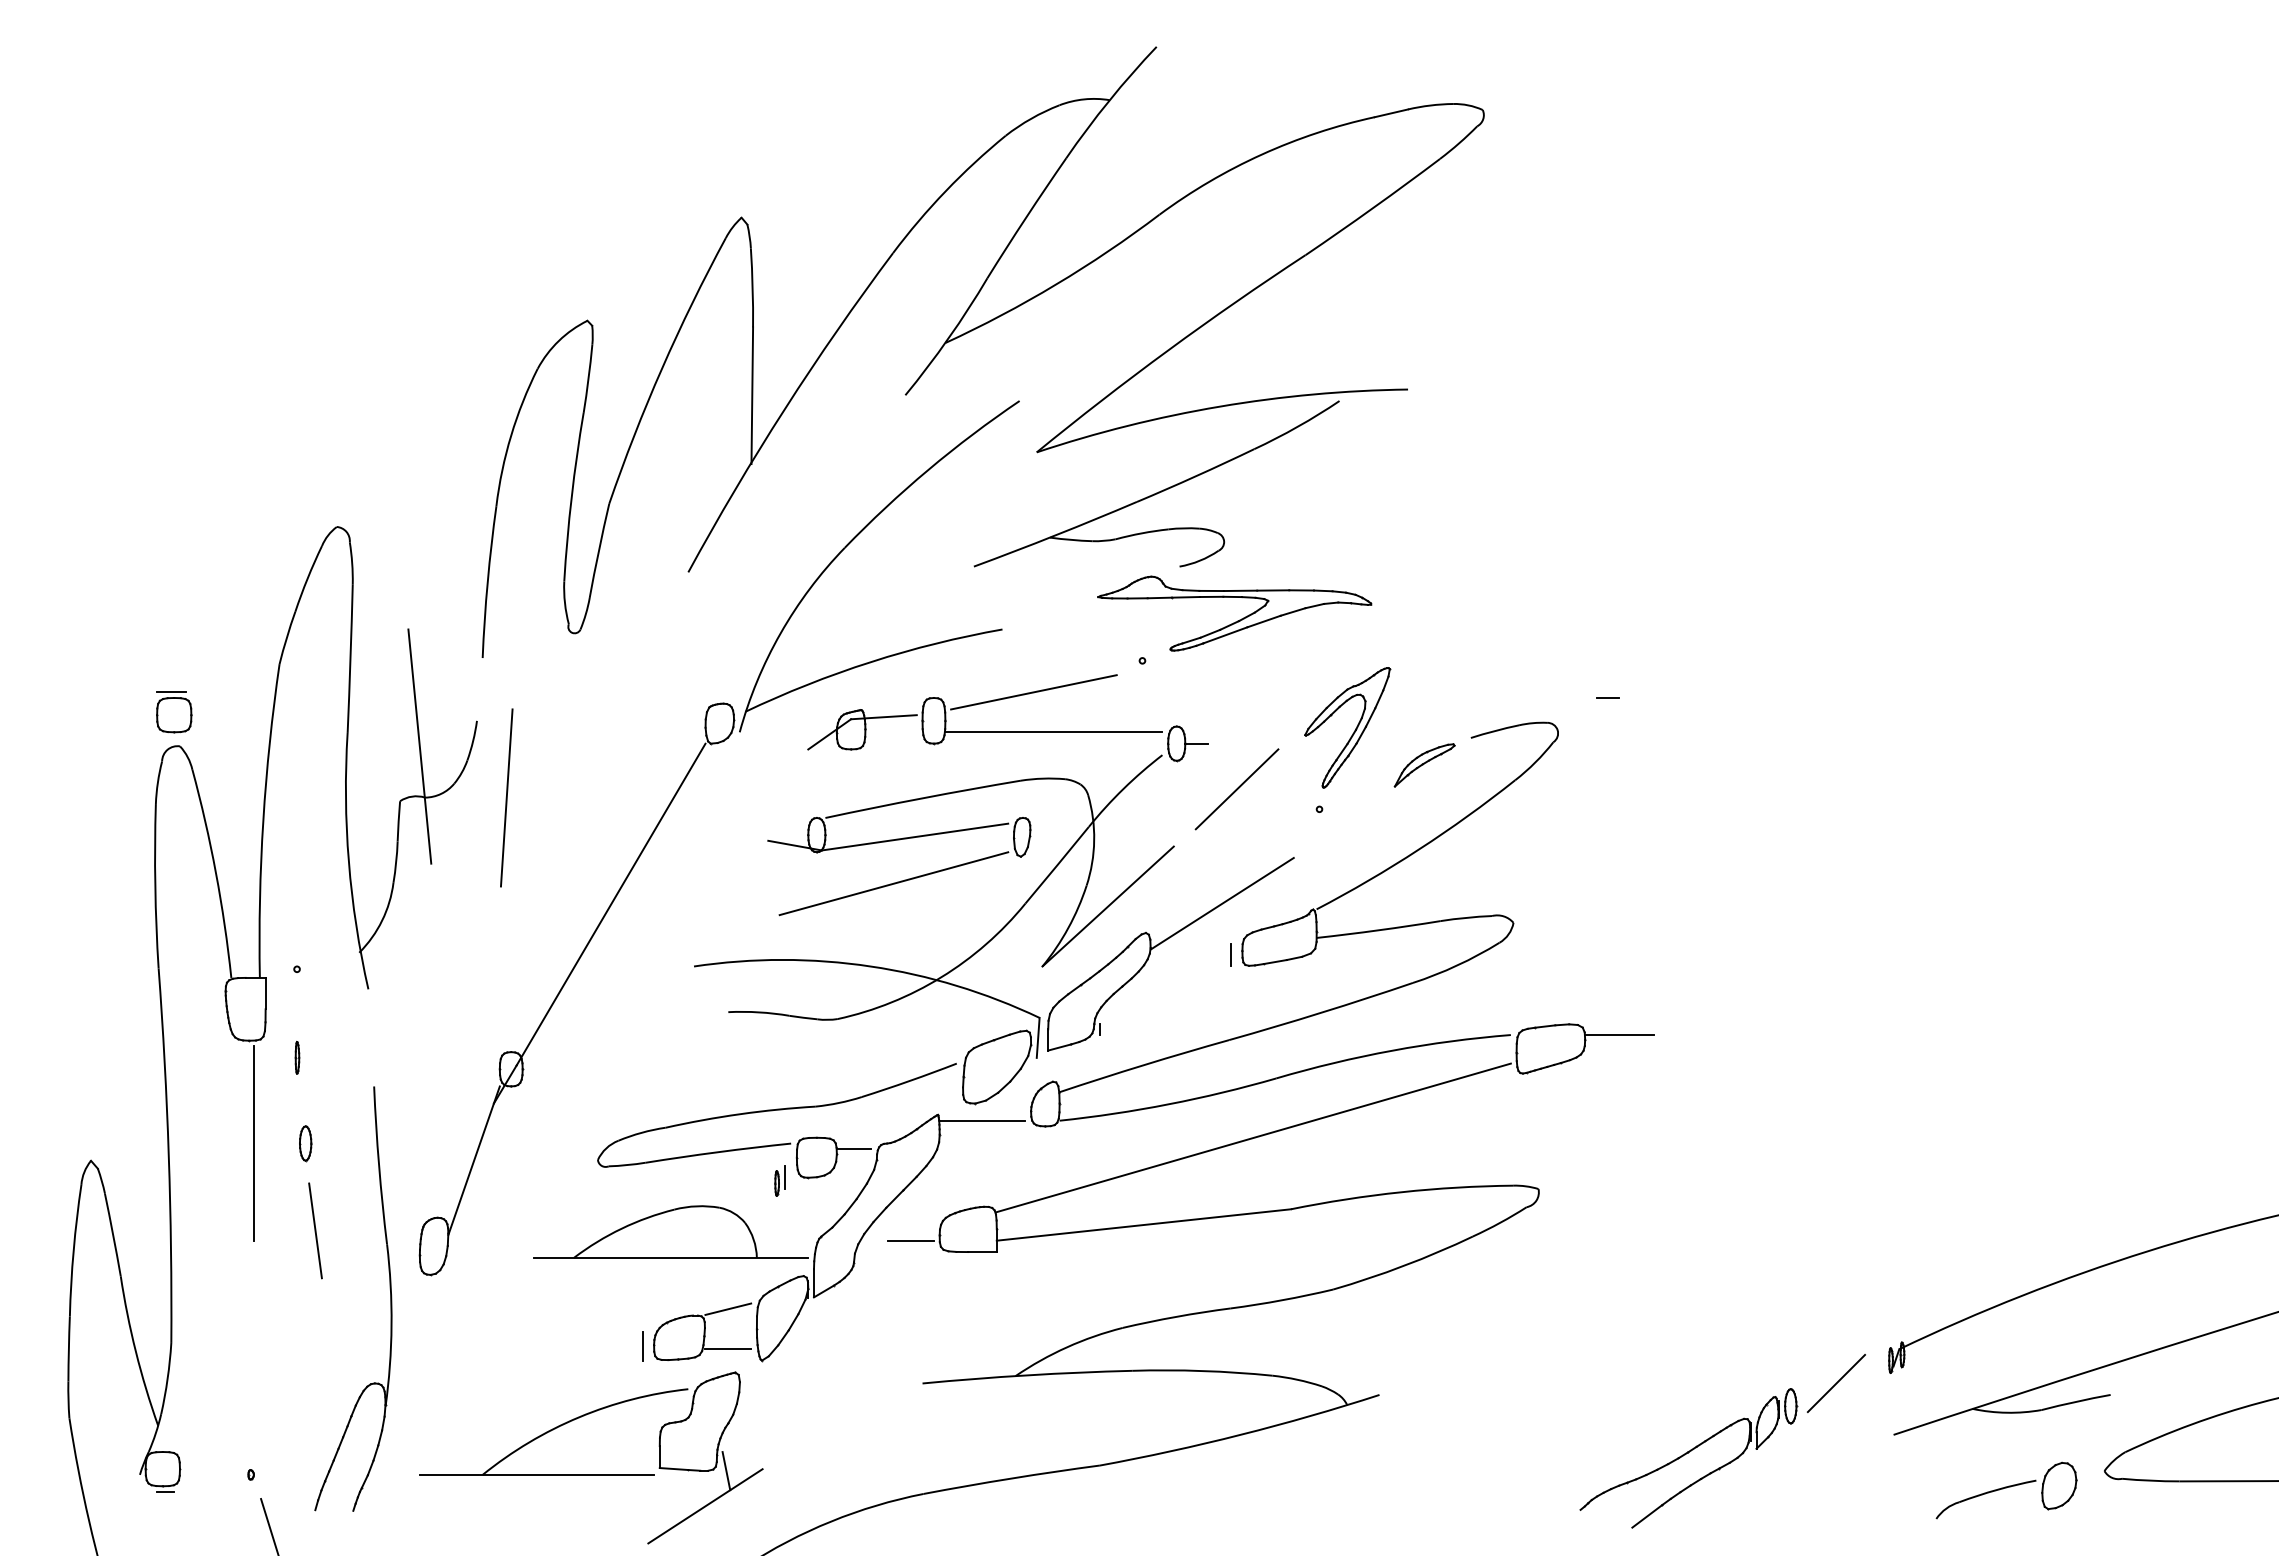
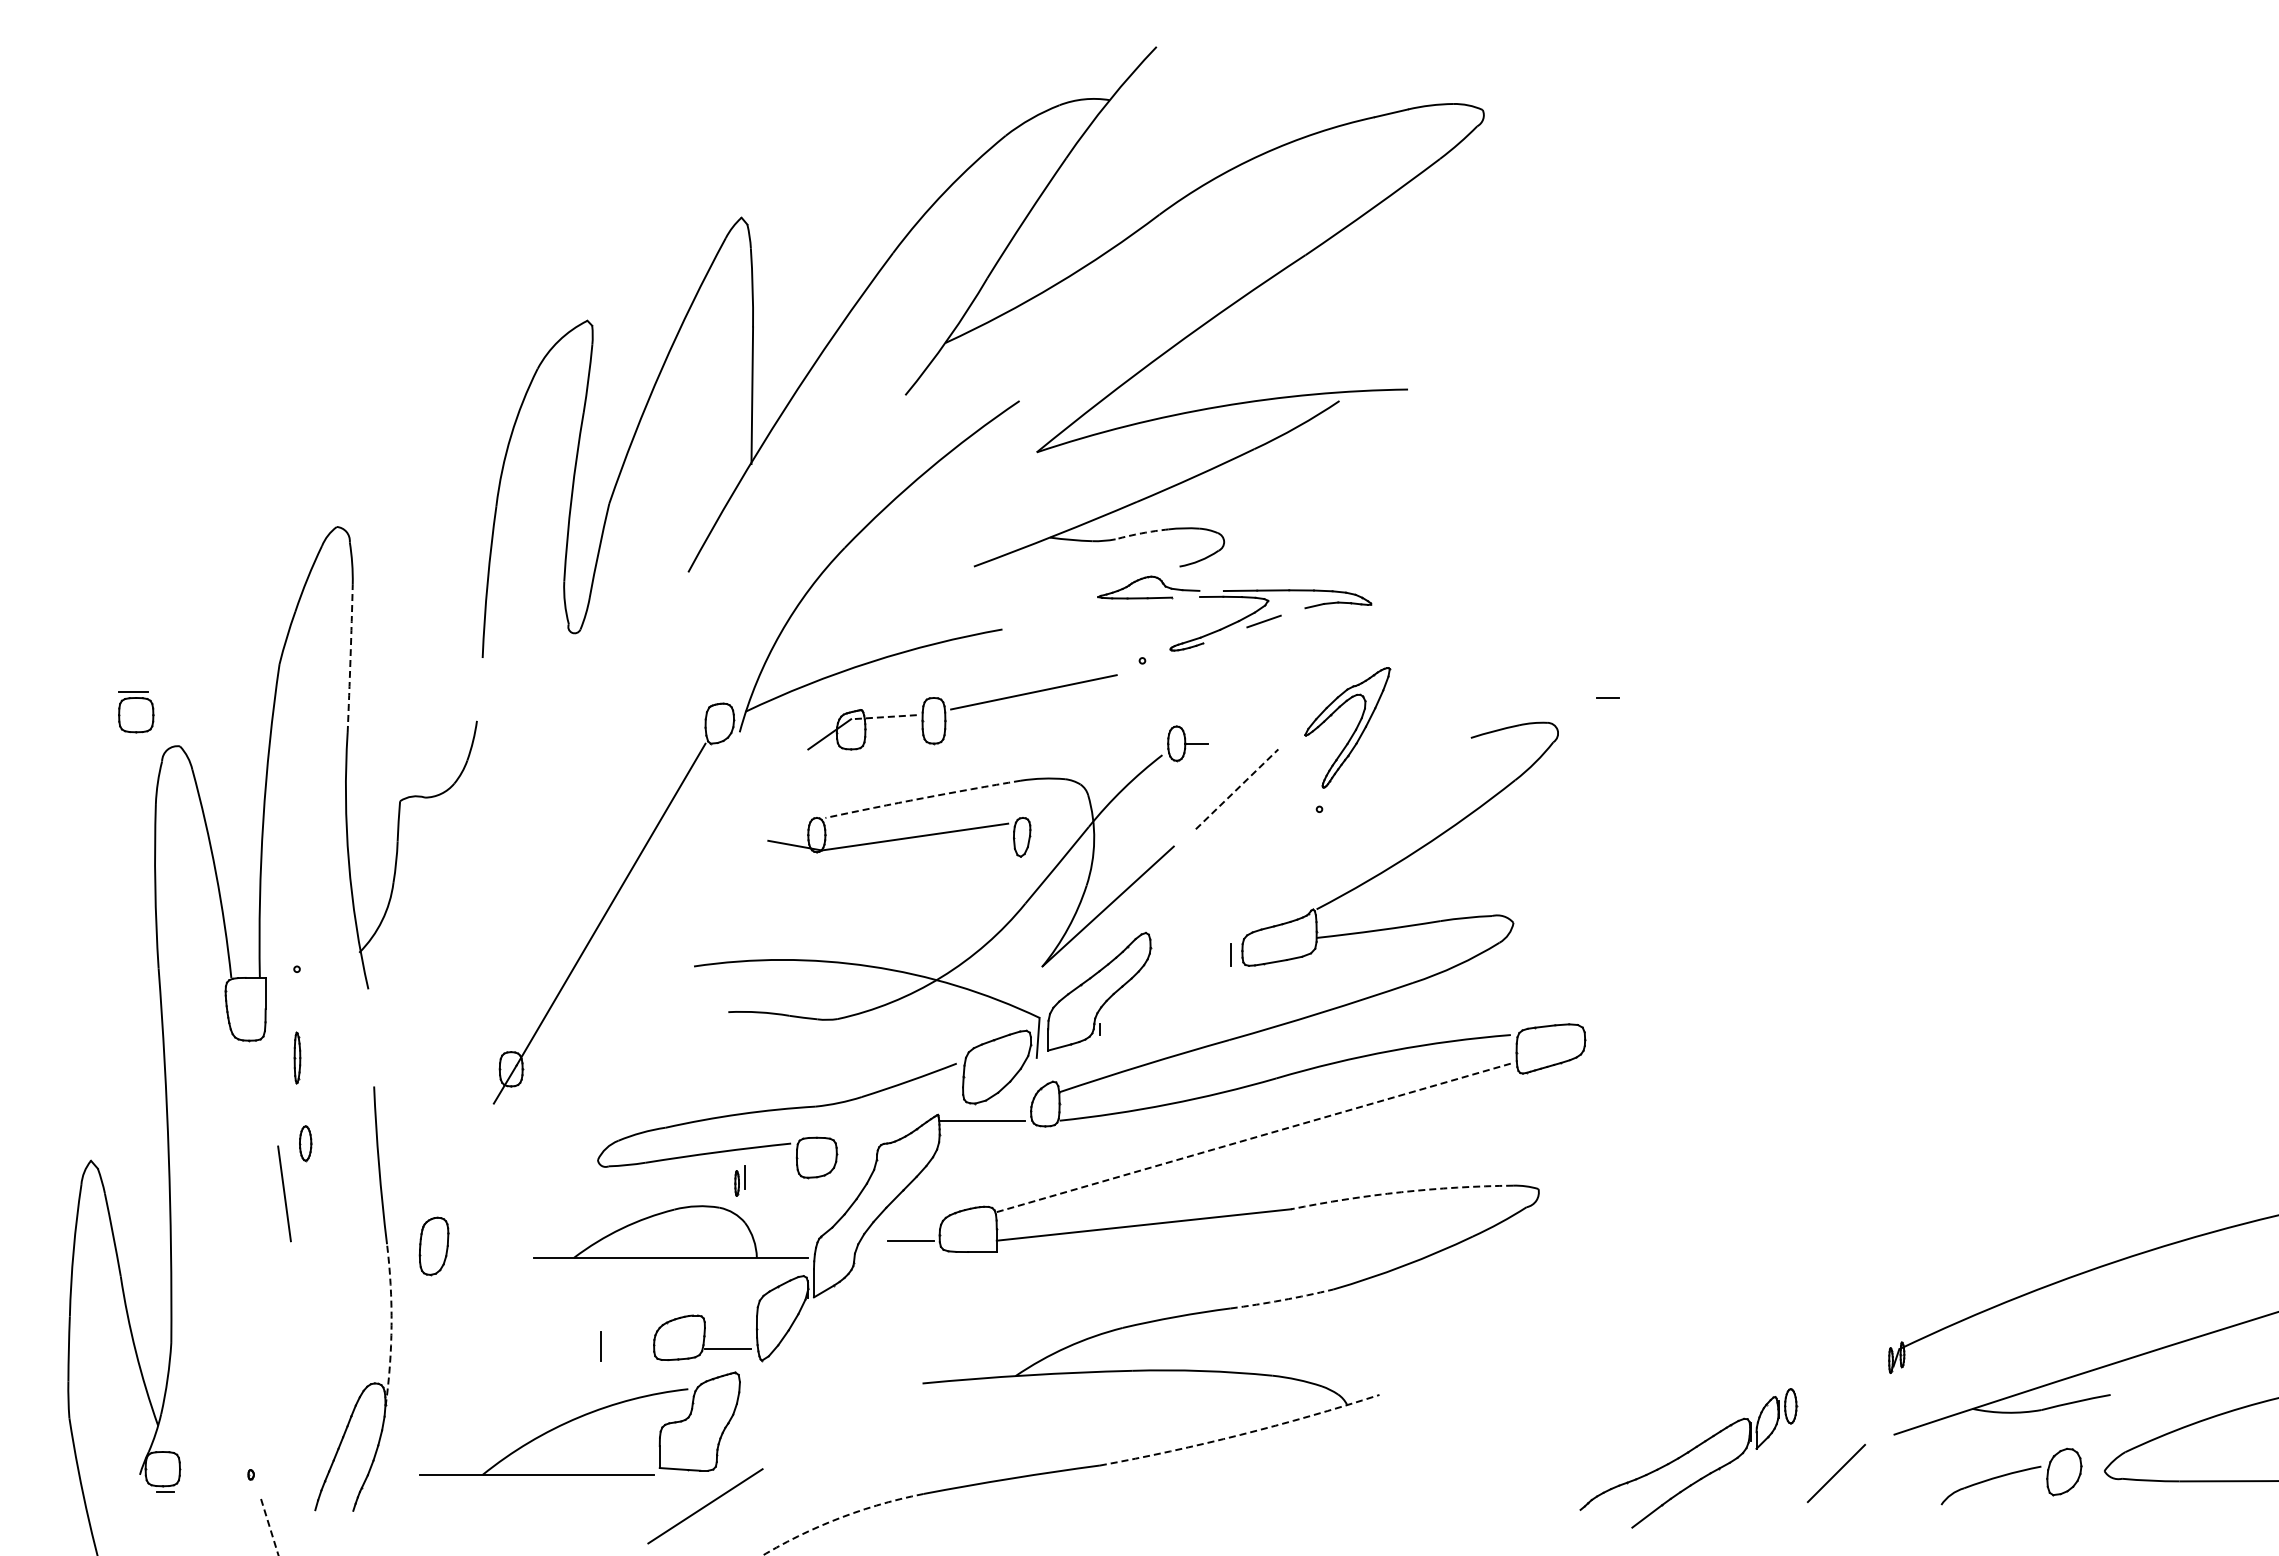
arc at (1141, 533): solid -> dashed
line at (1211, 590): present -> none
line at (1186, 597): present -> none
line at (1292, 611): present -> none
line at (1225, 635): present -> none
arc at (350, 658): solid -> dashed
part at (174, 712) position: (174, 712) -> (136, 712)
line at (883, 717): solid -> dashed
line at (1053, 732): present -> none
line at (419, 746): present -> none
part at (1424, 765): present -> none
line at (1237, 788): solid -> dashed
line at (506, 797): present -> none
arc at (922, 798): solid -> dashed
line at (893, 883): present -> none
line at (1222, 903): present -> none
line at (1619, 1035): present -> none
part at (297, 1057) size: 7x35 px -> 9x54 px
line at (1253, 1137): solid -> dashed
line at (254, 1143): present -> none
line at (853, 1149): present -> none
line at (473, 1160): present -> none
part at (779, 1180) position: (779, 1180) -> (739, 1180)
arc at (1401, 1192): solid -> dashed
line at (315, 1230) position: (315, 1230) -> (284, 1193)
arc at (1282, 1300): solid -> dashed
line at (728, 1308): present -> none
arc at (391, 1325): solid -> dashed
line at (642, 1346) position: (642, 1346) -> (600, 1346)
line at (1835, 1383) position: (1835, 1383) -> (1835, 1473)
arc at (1240, 1434): solid -> dashed
line at (726, 1471): present -> none
part at (2006, 1490) position: (2006, 1490) -> (2011, 1476)
arc at (839, 1518): solid -> dashed
line at (269, 1527): solid -> dashed
